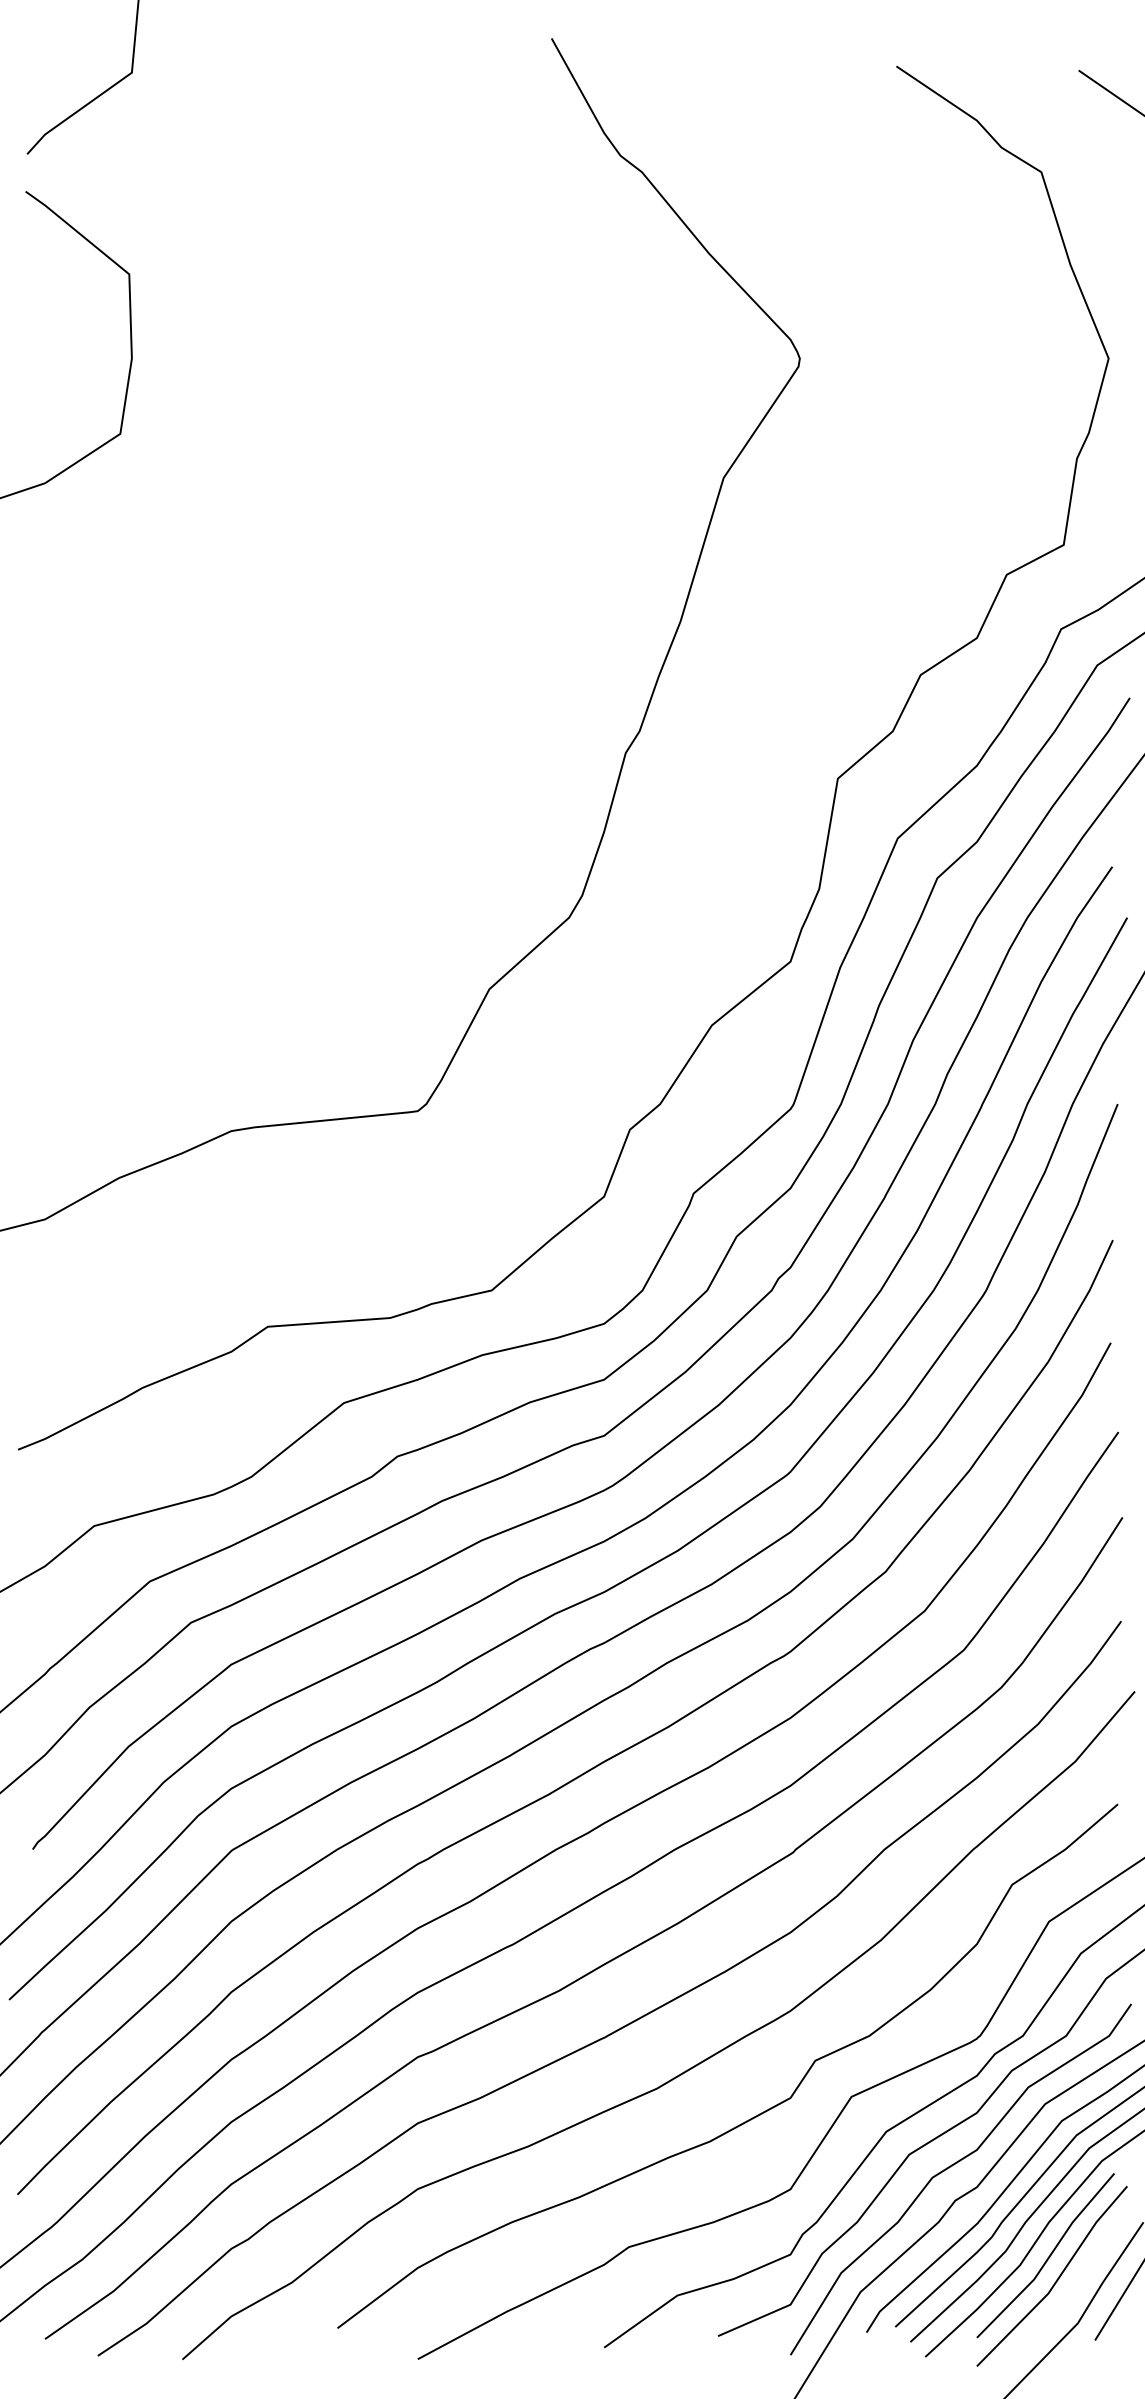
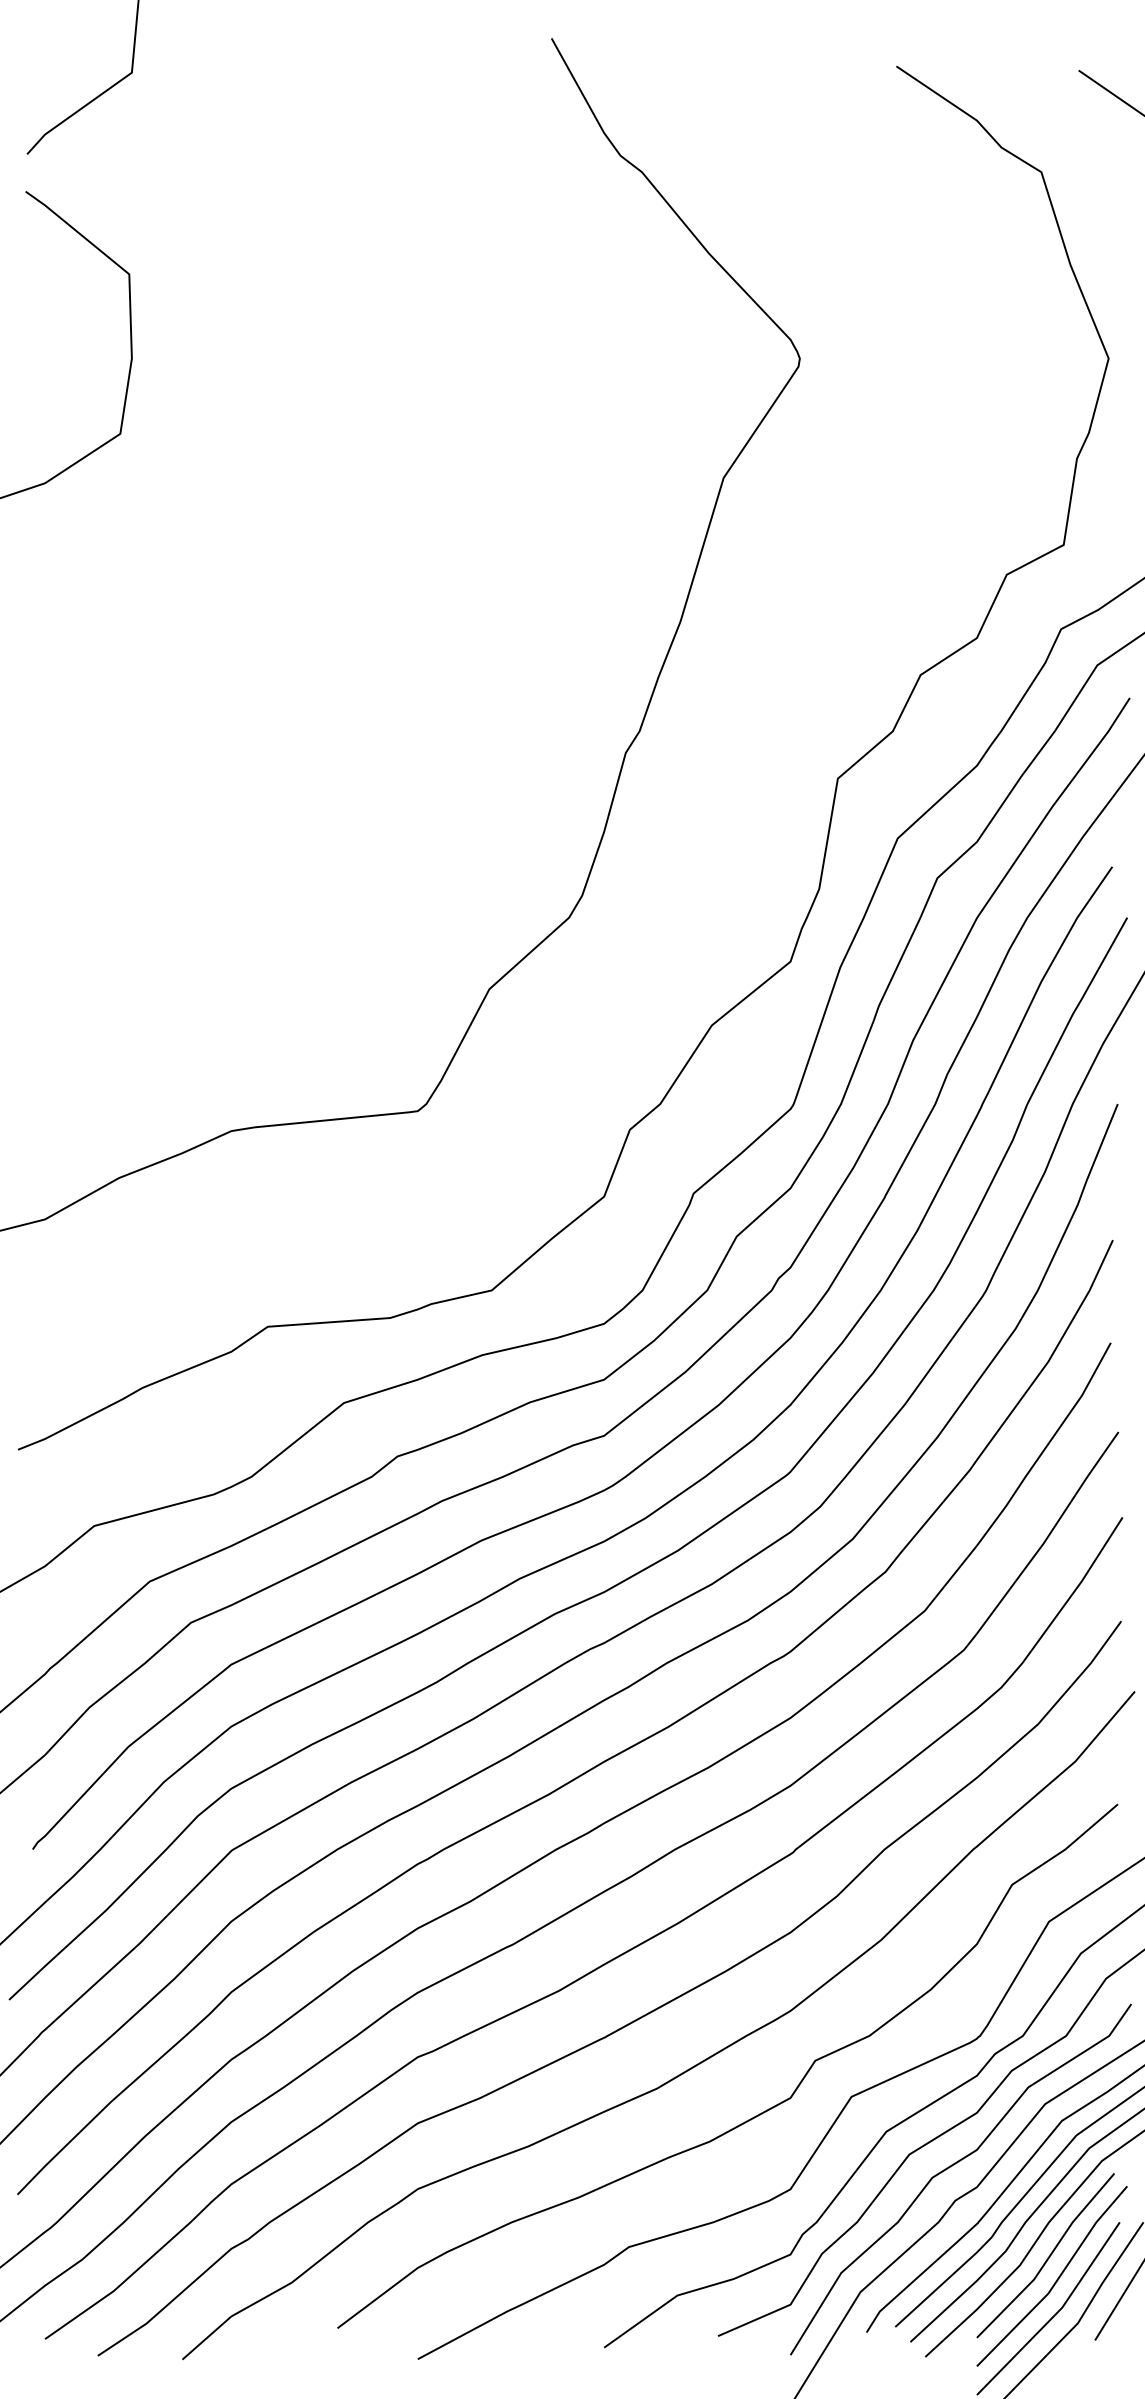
line at (1054, 2314): none -> present
